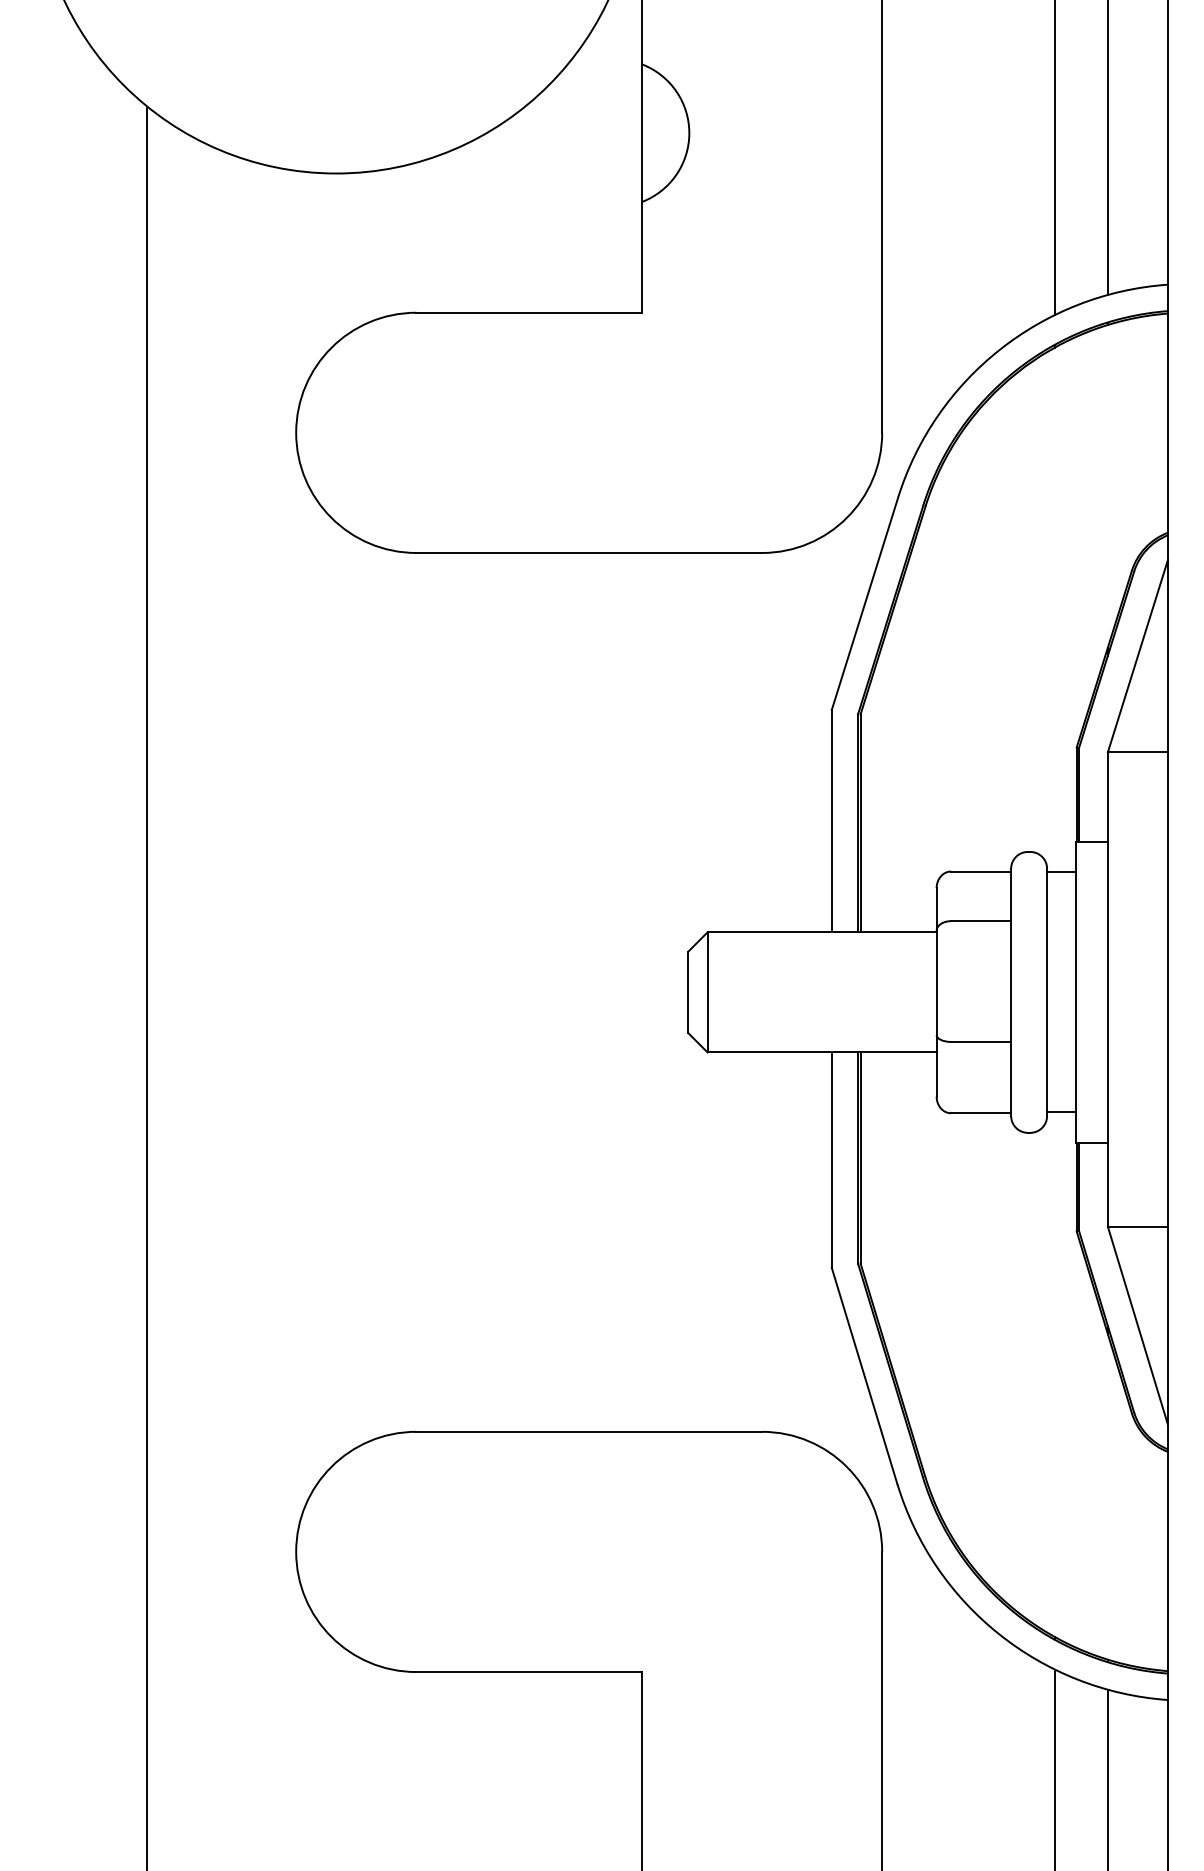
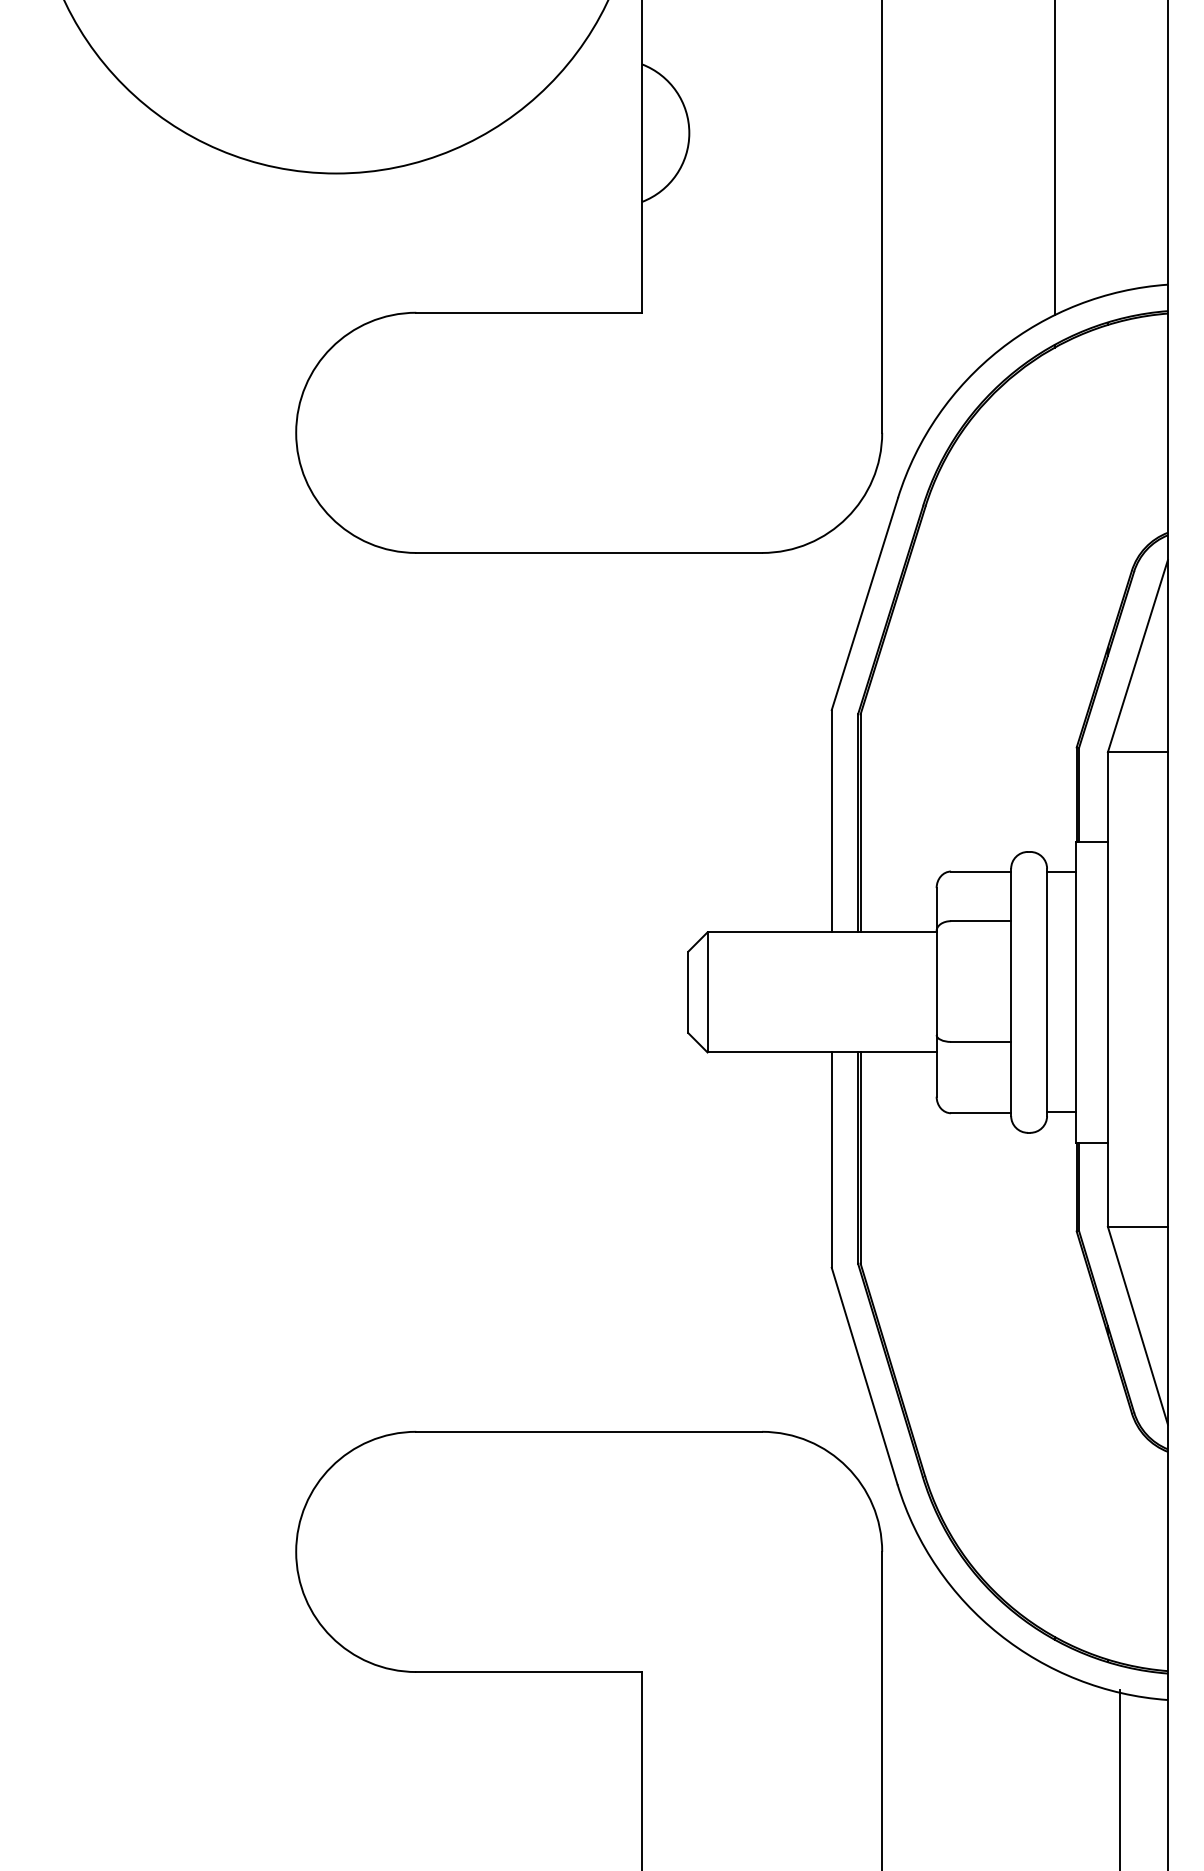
line at (1107, 148): present -> none
line at (147, 986): present -> none
line at (1055, 1768): present -> none
line at (1107, 1778) position: (1107, 1778) -> (1119, 1778)
